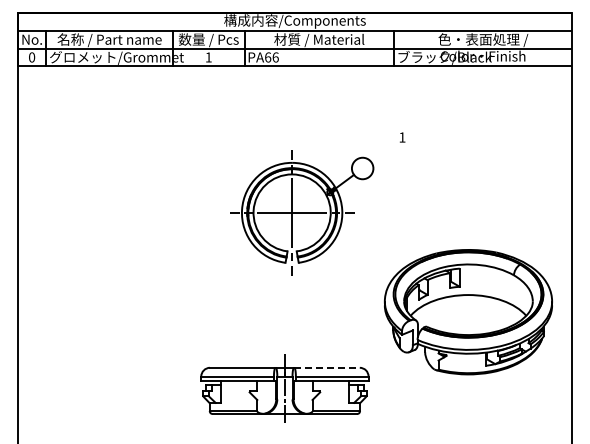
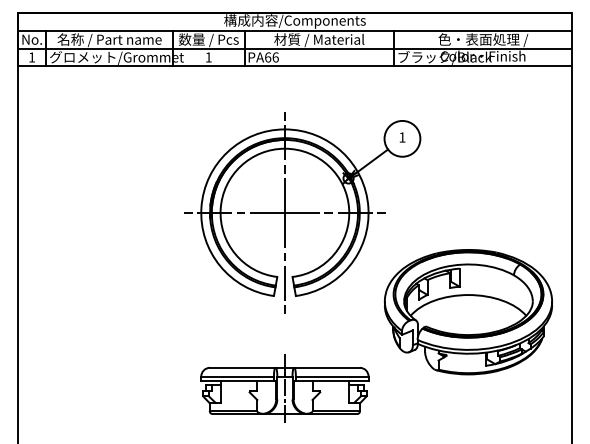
text at (32, 57): 0 -> 1
part at (302, 212) size: 145x126 px -> 238x202 px
line at (327, 367): dashed -> solid
